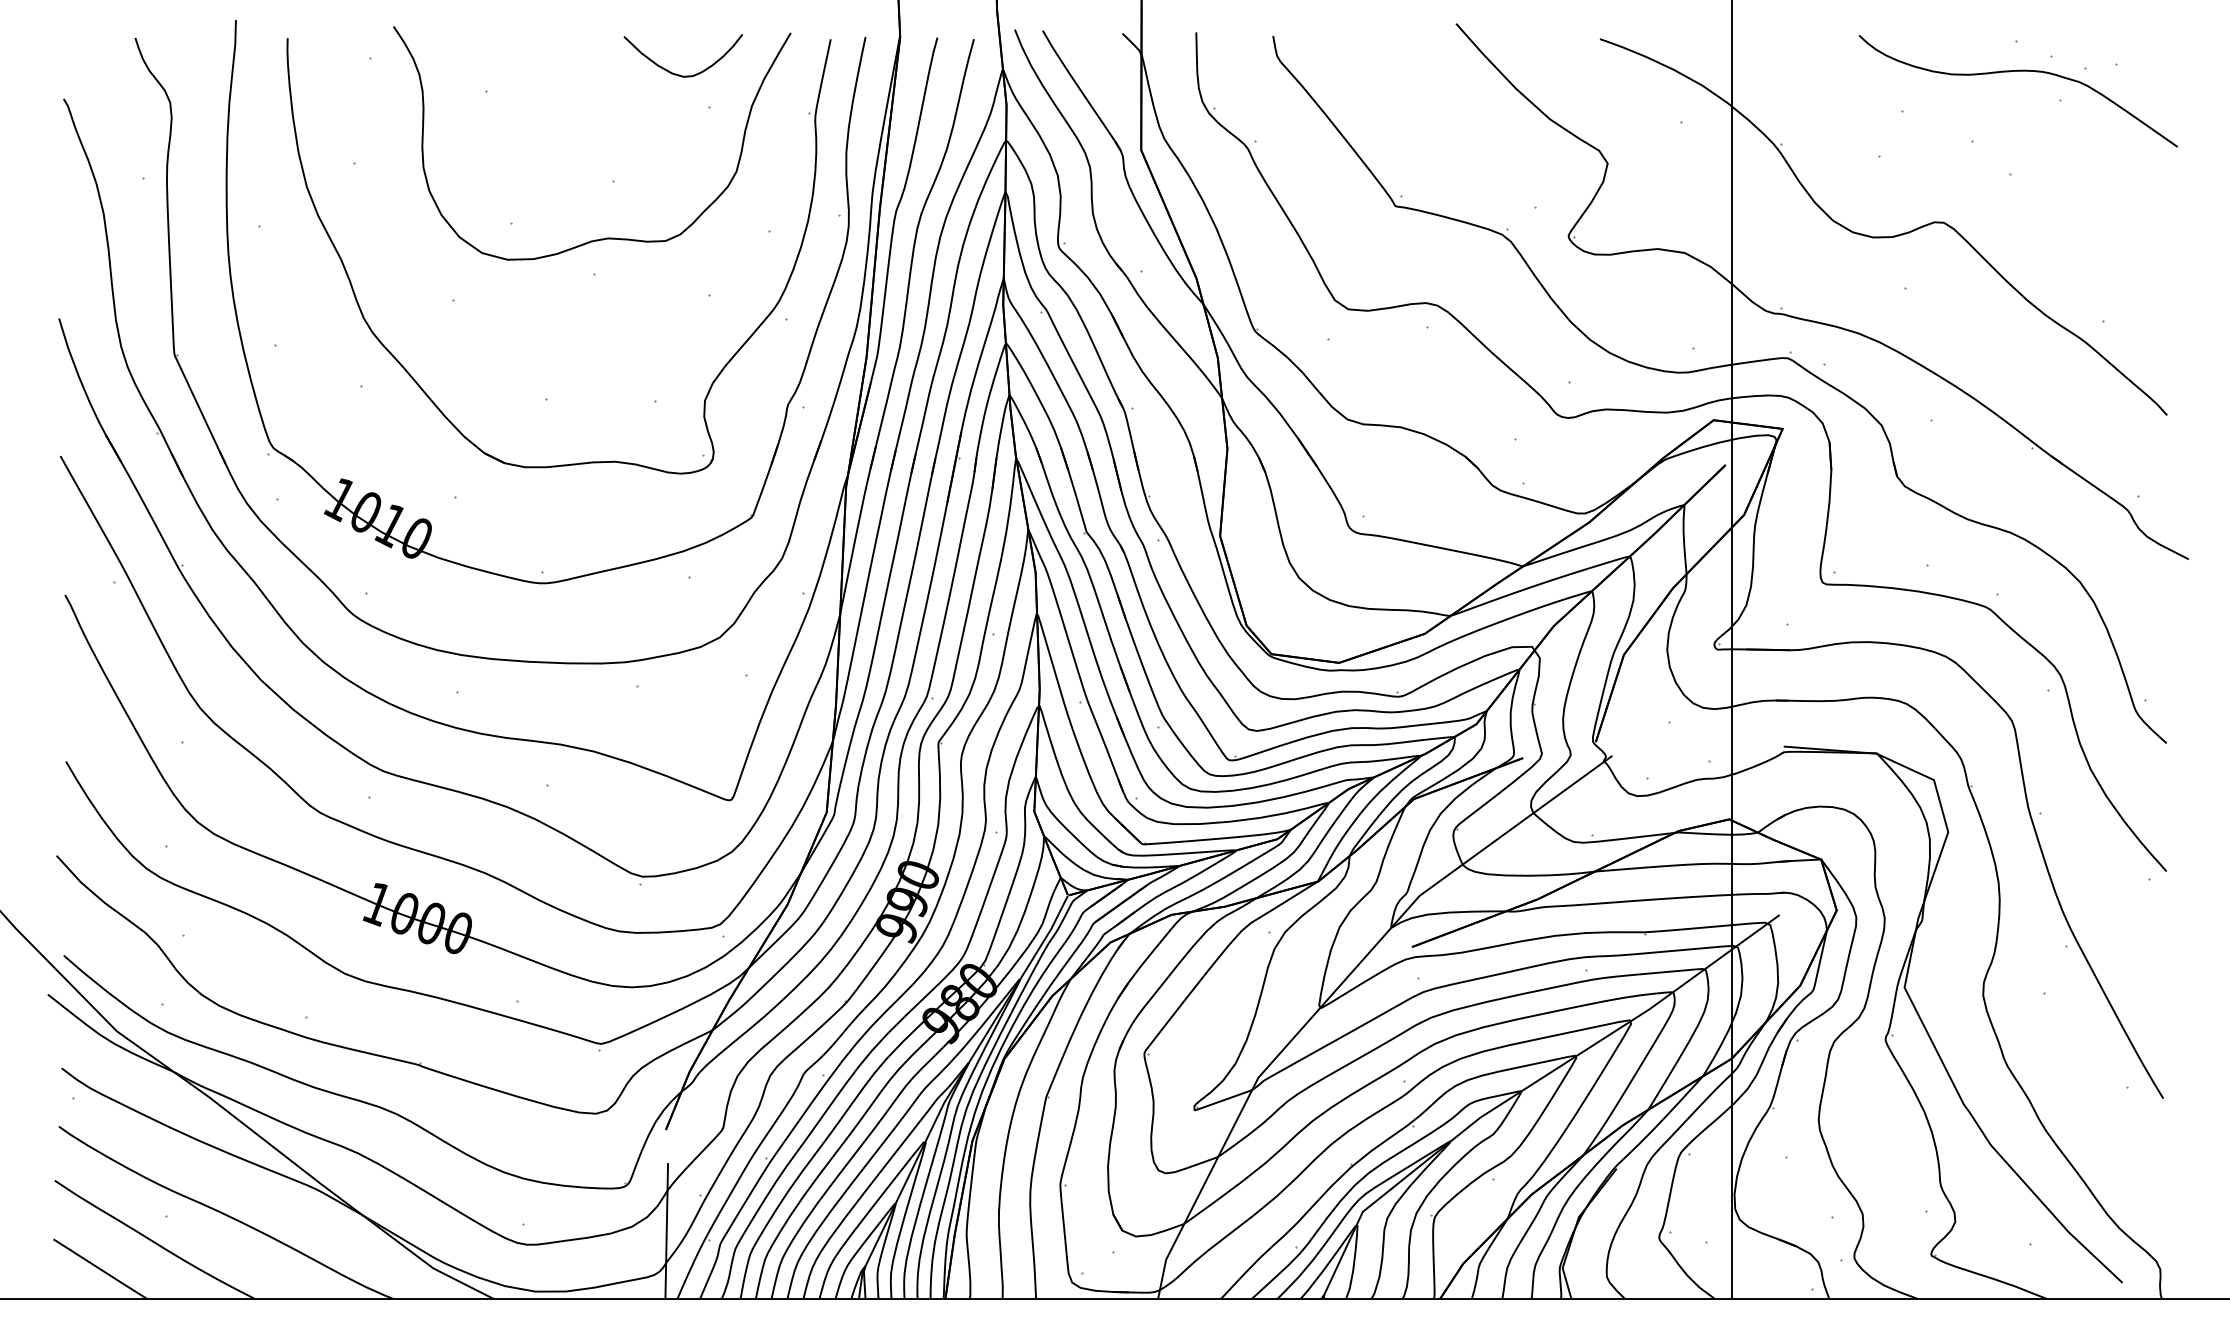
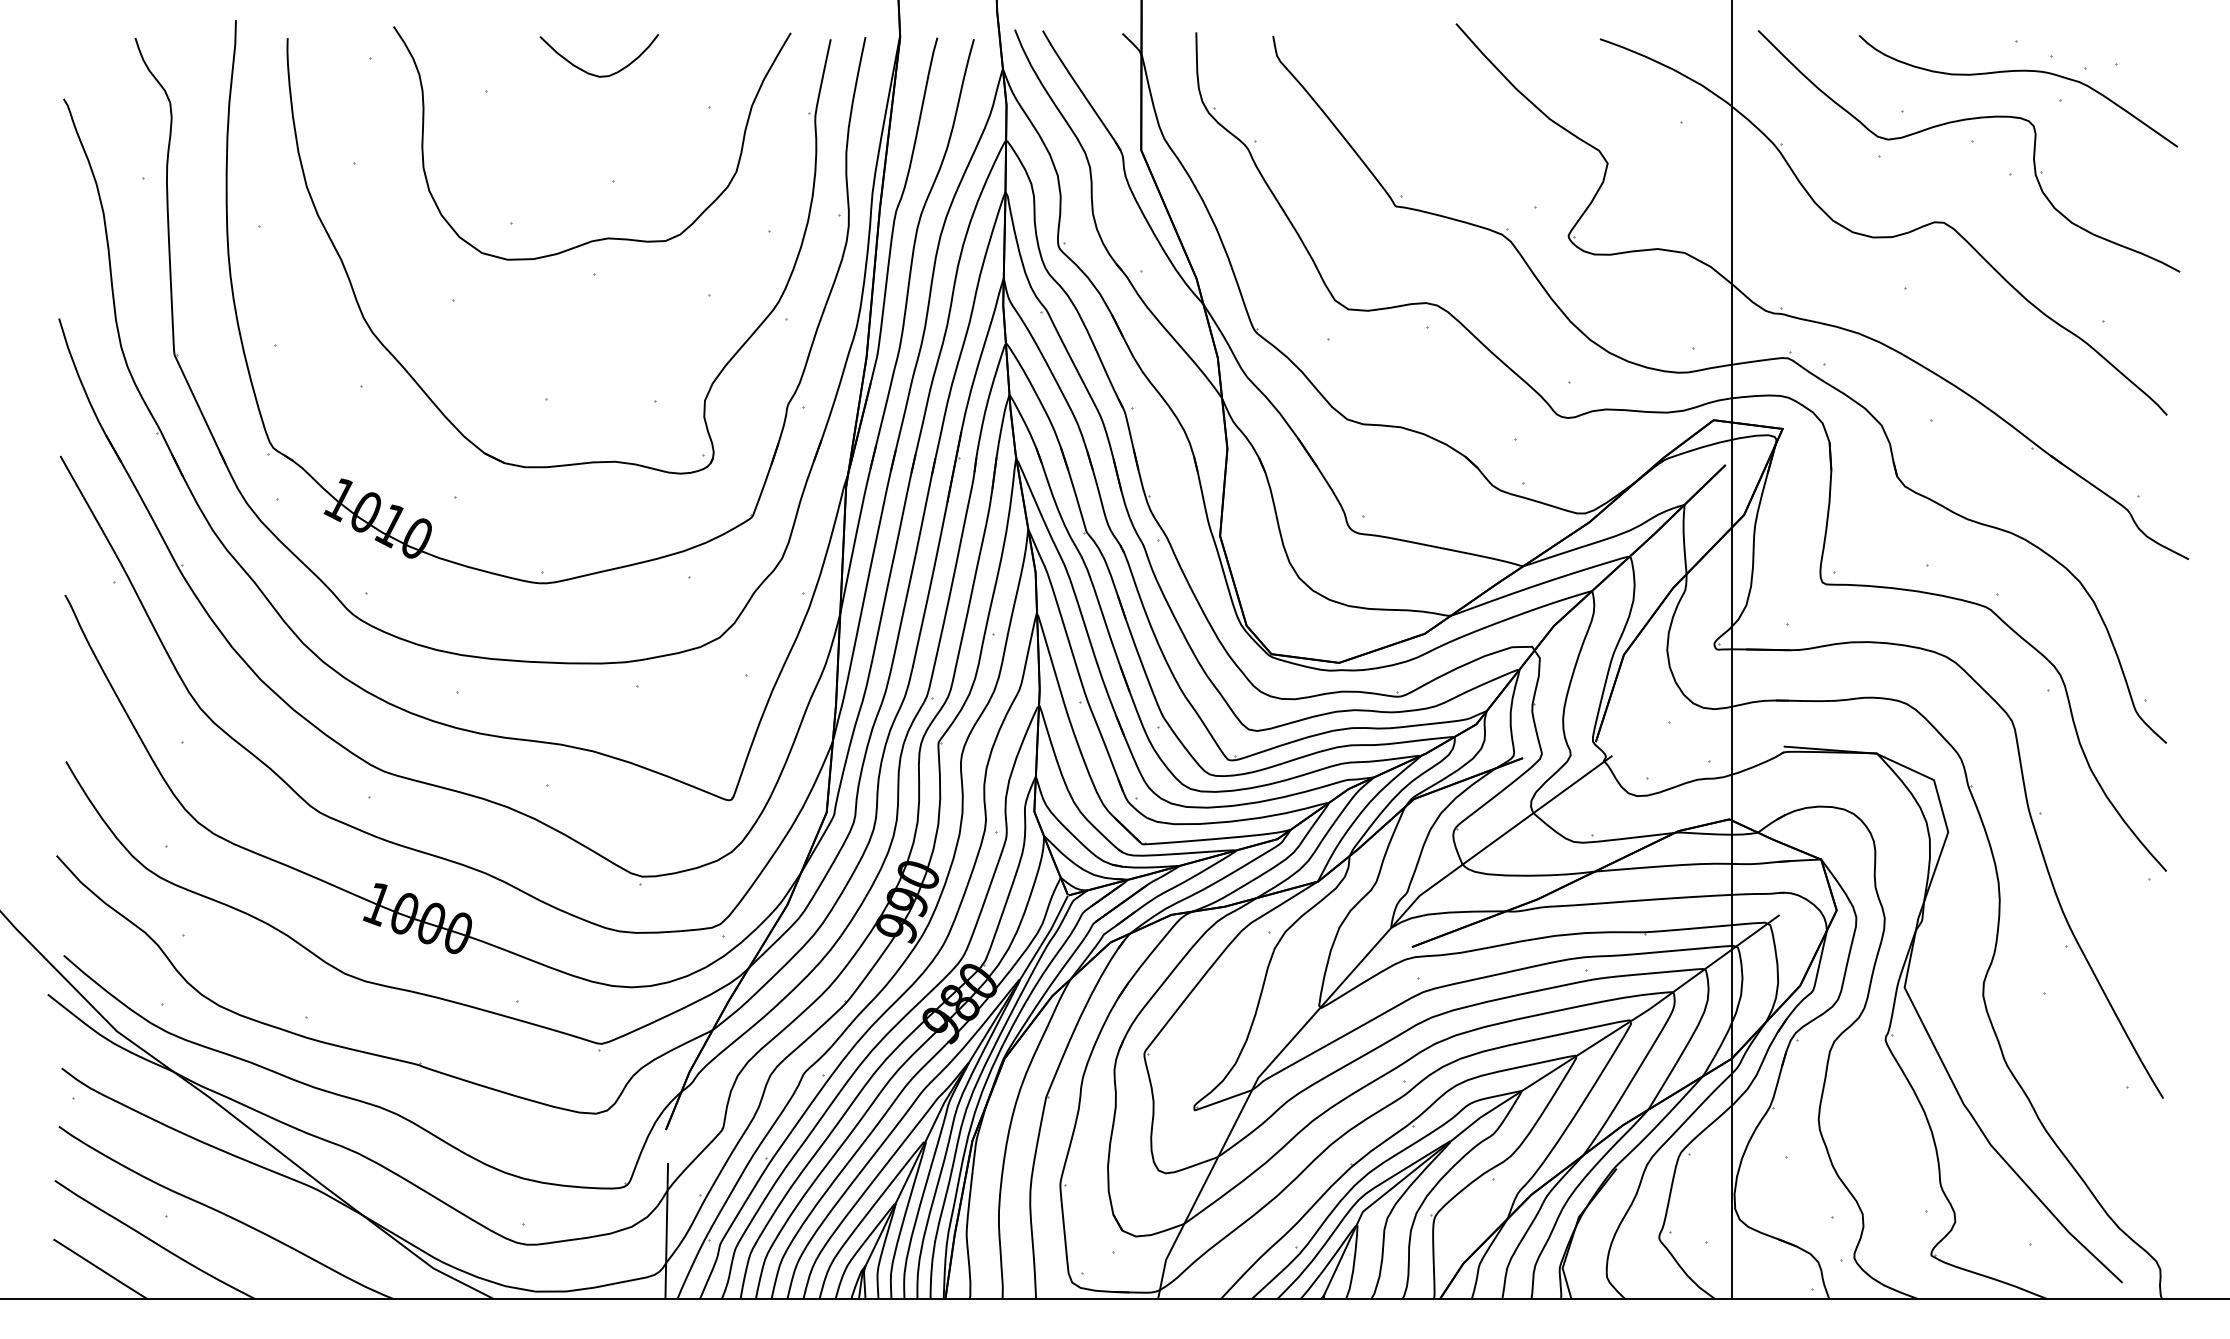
curve at (676, 73) position: (676, 73) -> (592, 73)
part at (1961, 121): none -> present
